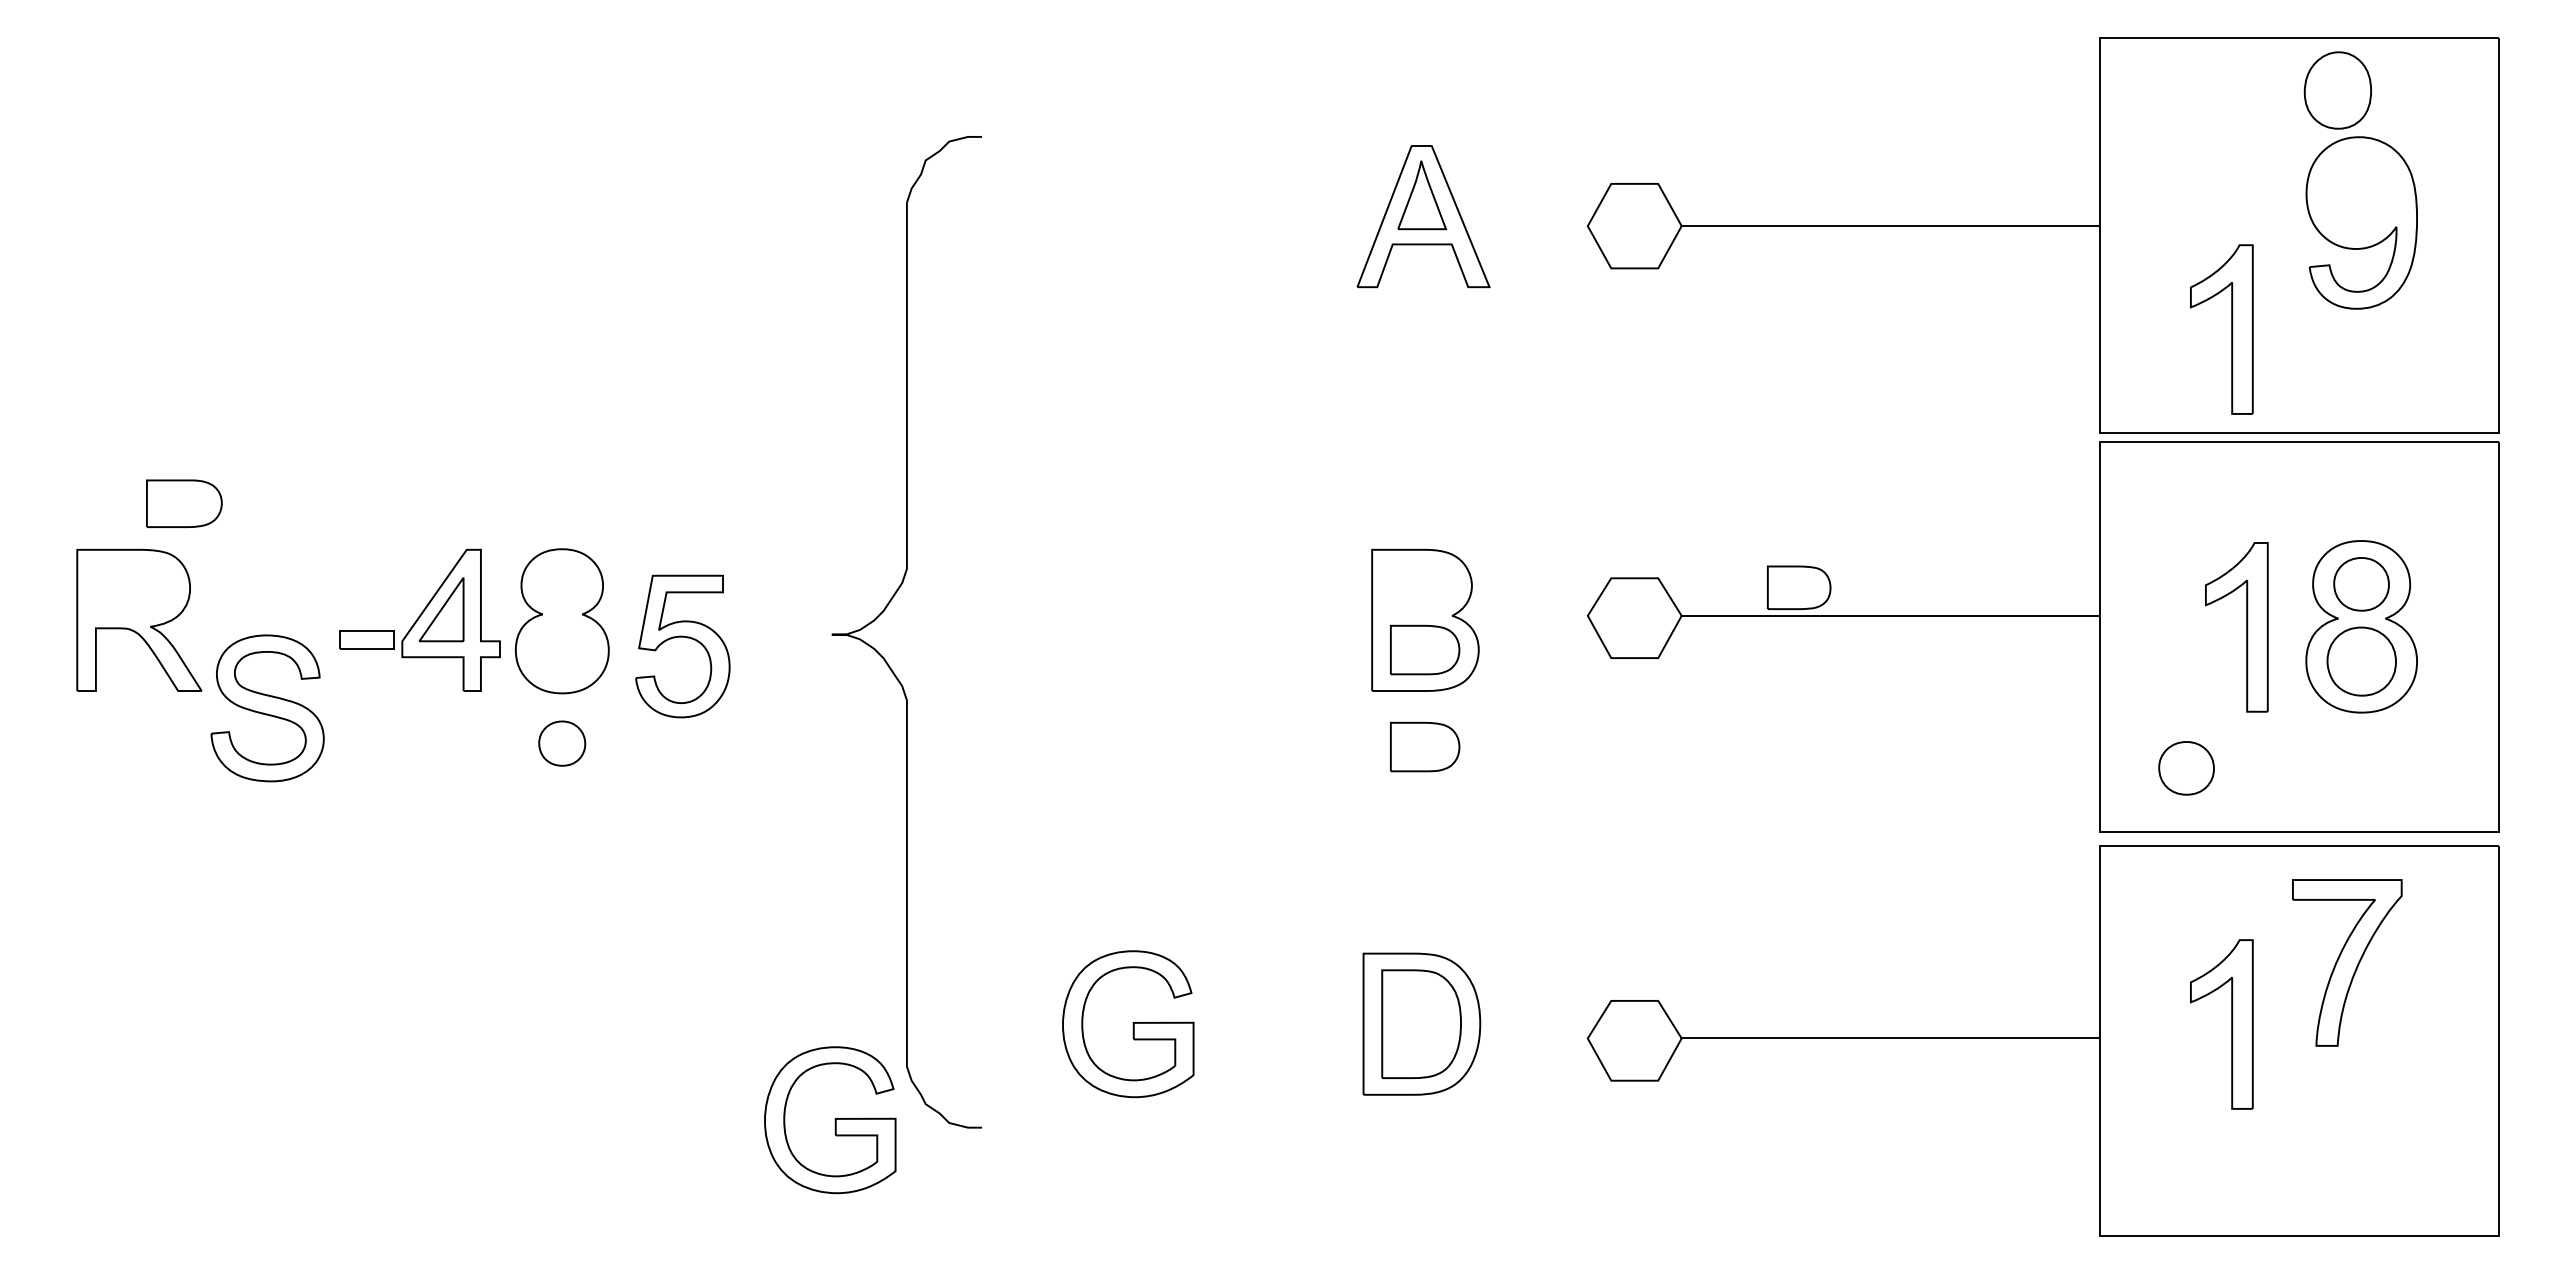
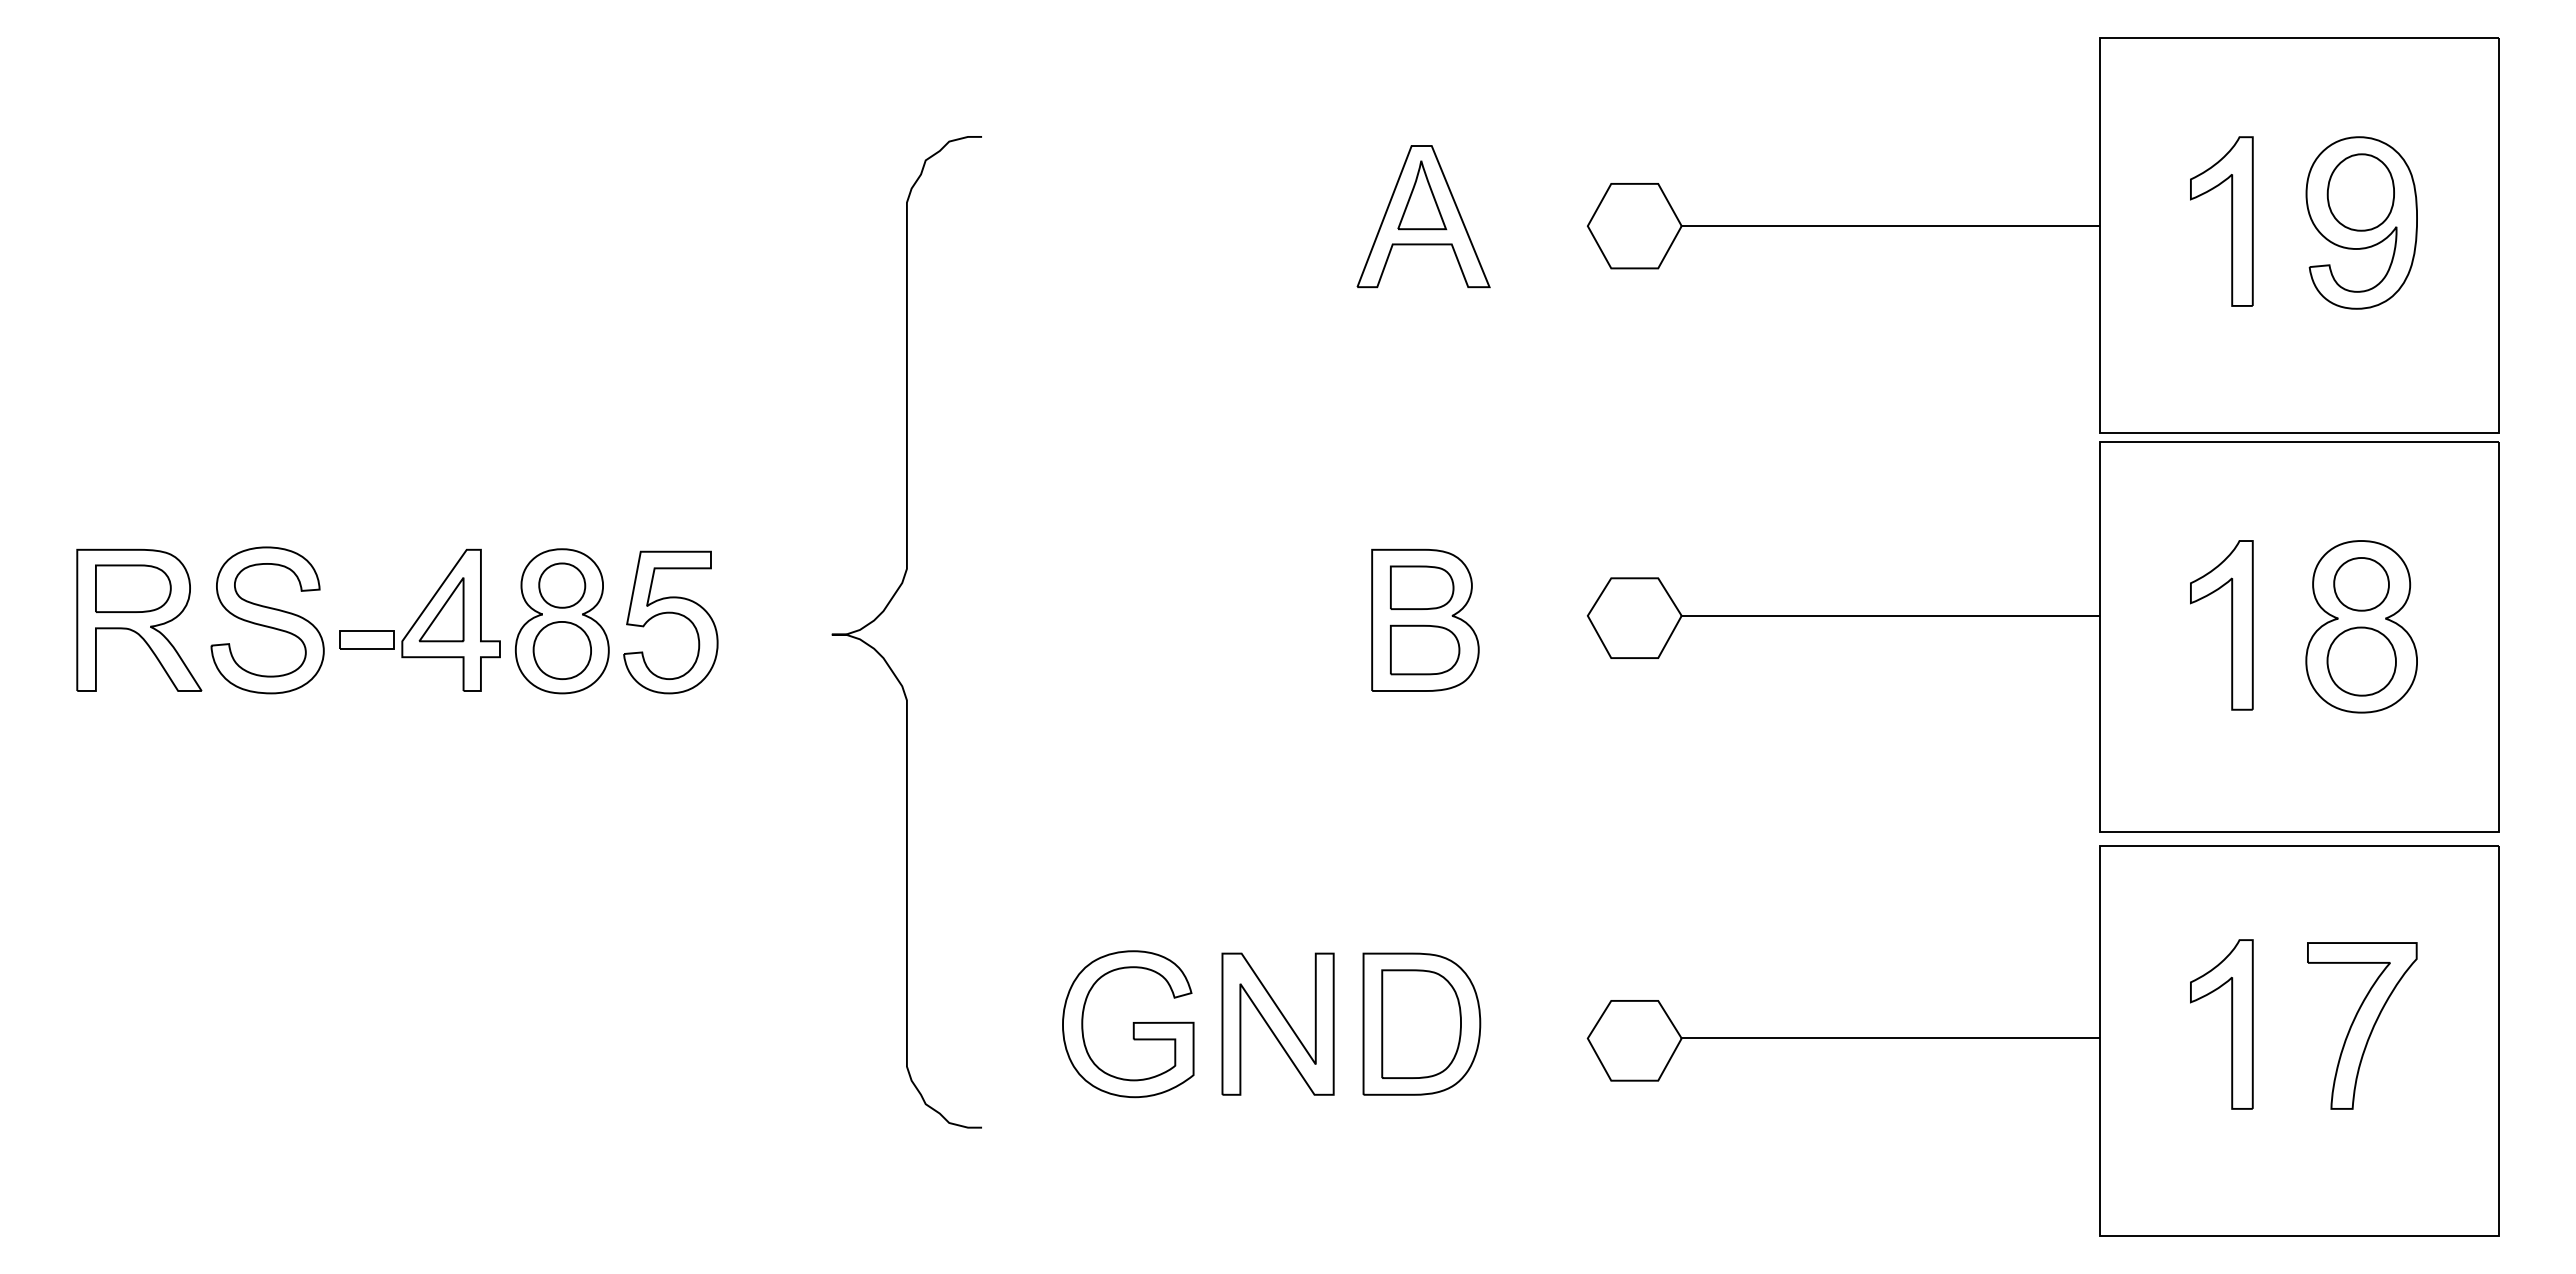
part at (2337, 90) position: (2337, 90) -> (2360, 192)
part at (2231, 329) position: (2231, 329) -> (2231, 221)
part at (184, 503) position: (184, 503) -> (133, 588)
part at (1799, 587) position: (1799, 587) -> (1422, 587)
part at (2246, 627) position: (2246, 627) -> (2231, 625)
part at (686, 638) position: (686, 638) -> (674, 614)
part at (561, 650): none -> present
part at (267, 708) position: (267, 708) -> (267, 620)
part at (562, 743) position: (562, 743) -> (562, 585)
part at (1425, 746): present -> none
part at (2186, 768): present -> none
part at (2347, 962) position: (2347, 962) -> (2362, 1025)
part at (1277, 1023): none -> present
part at (830, 1120): present -> none
